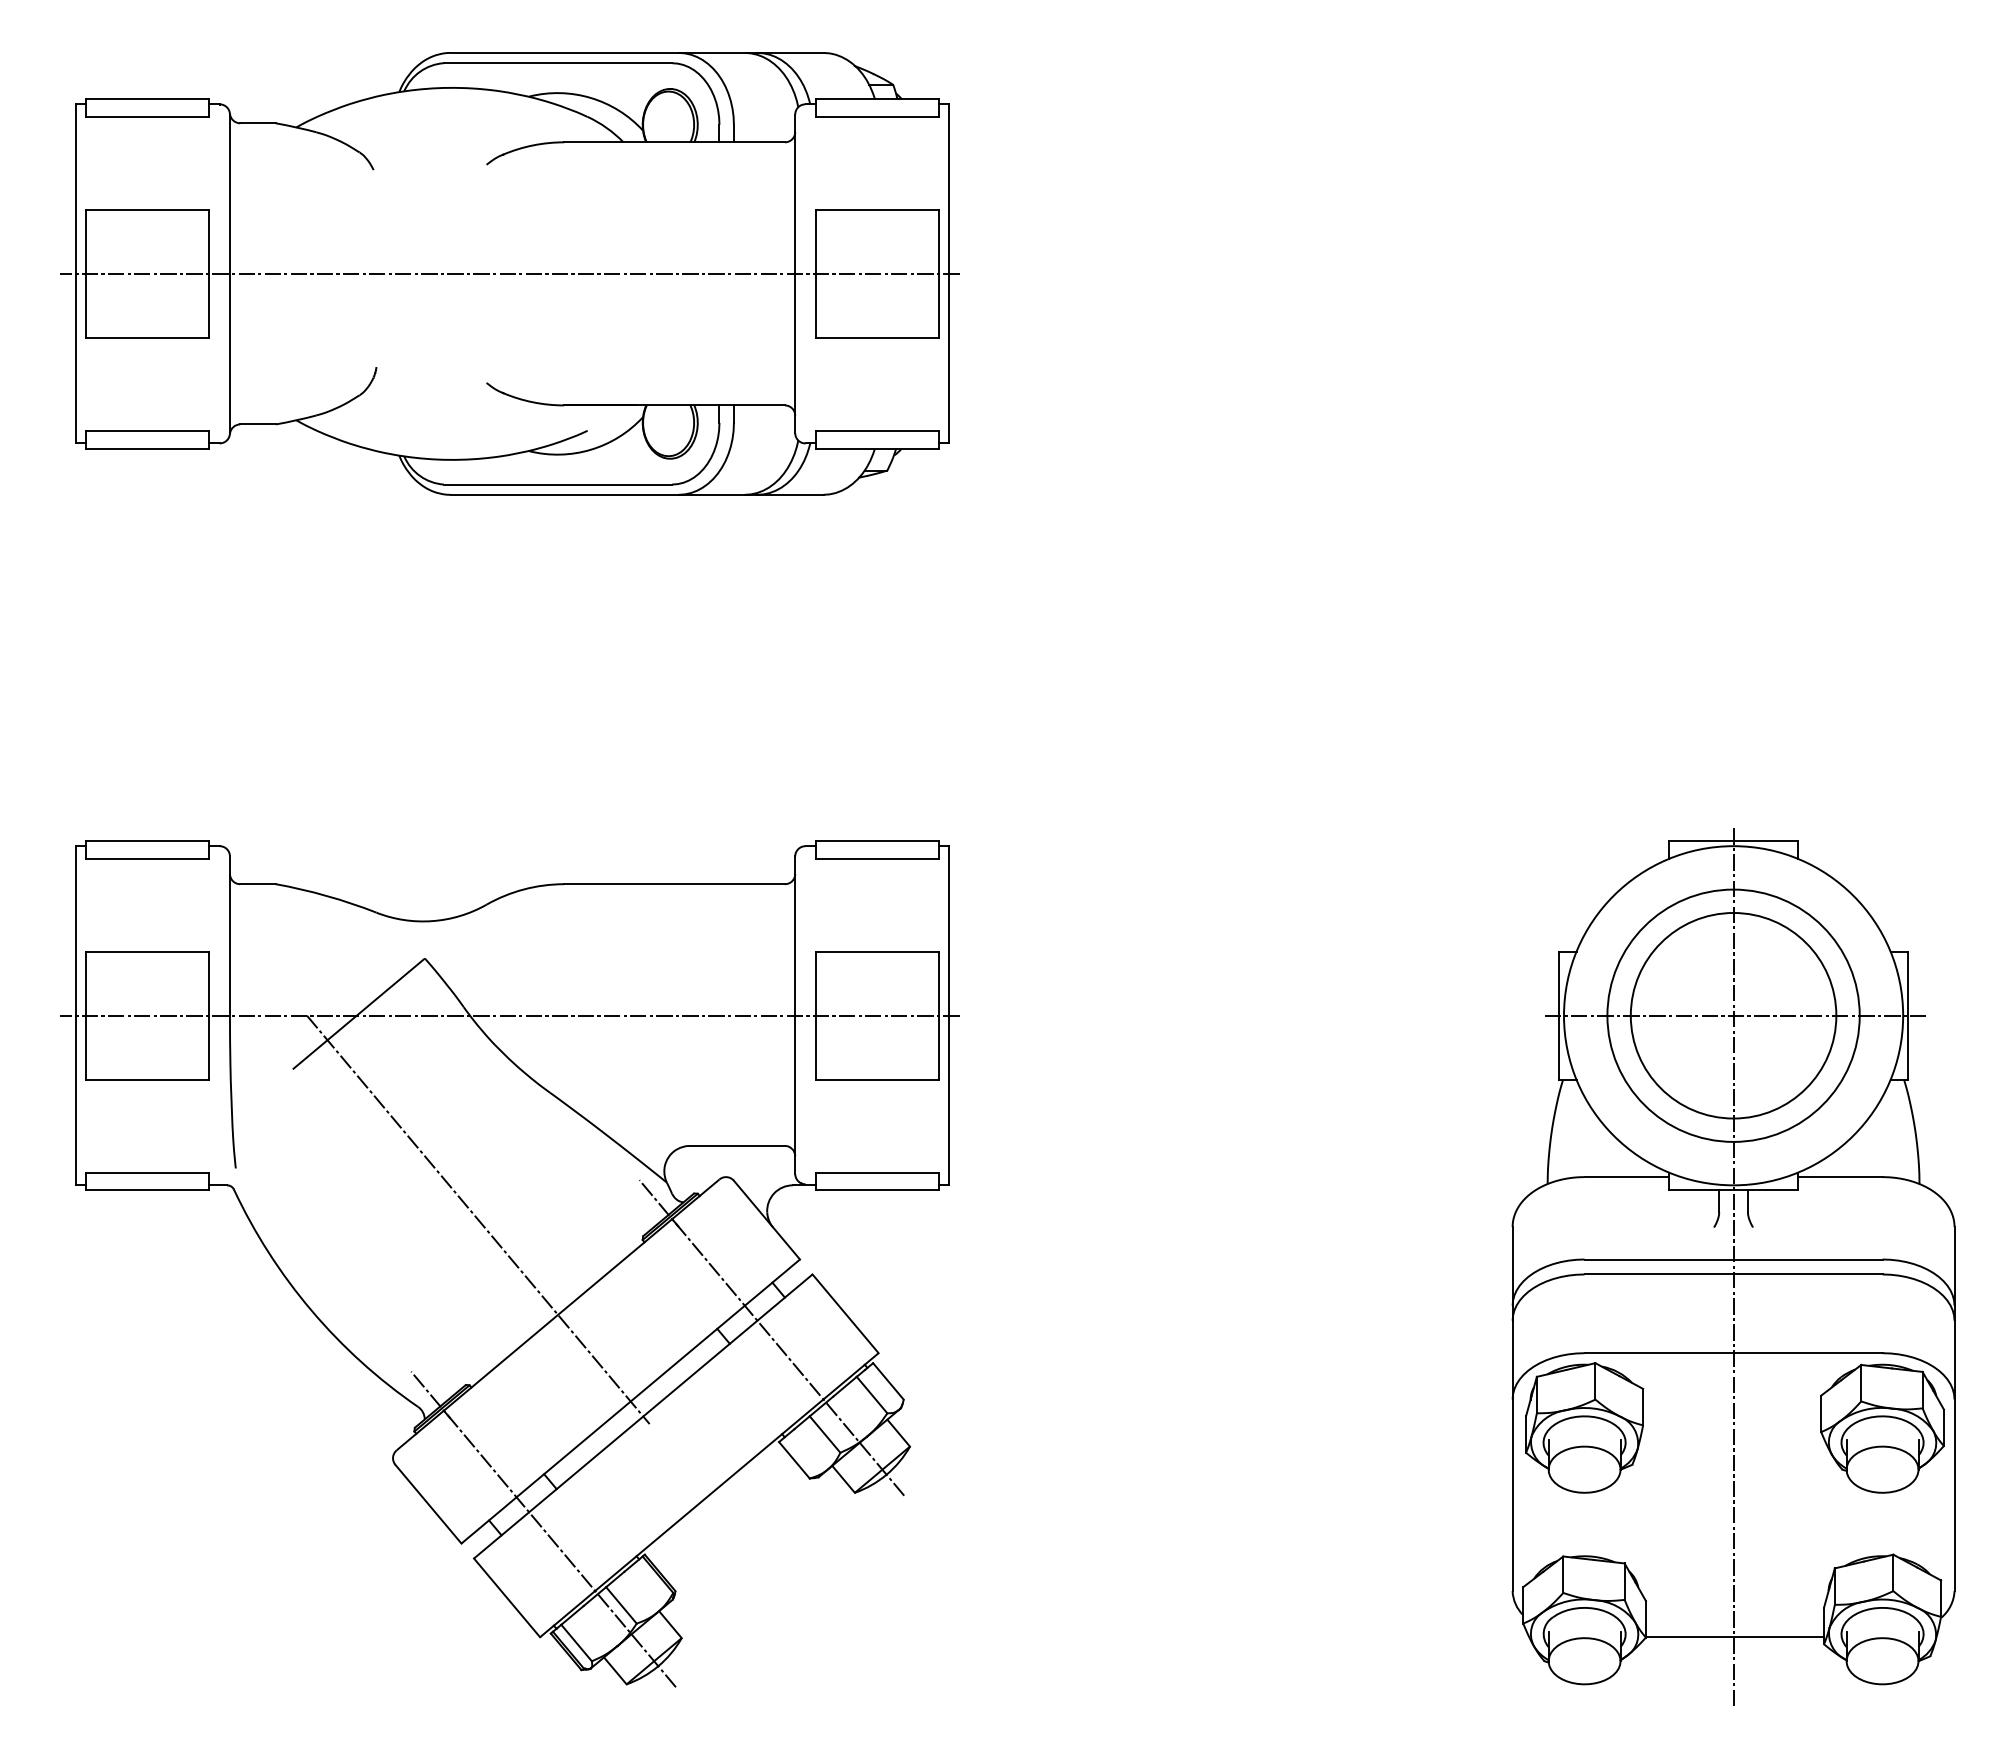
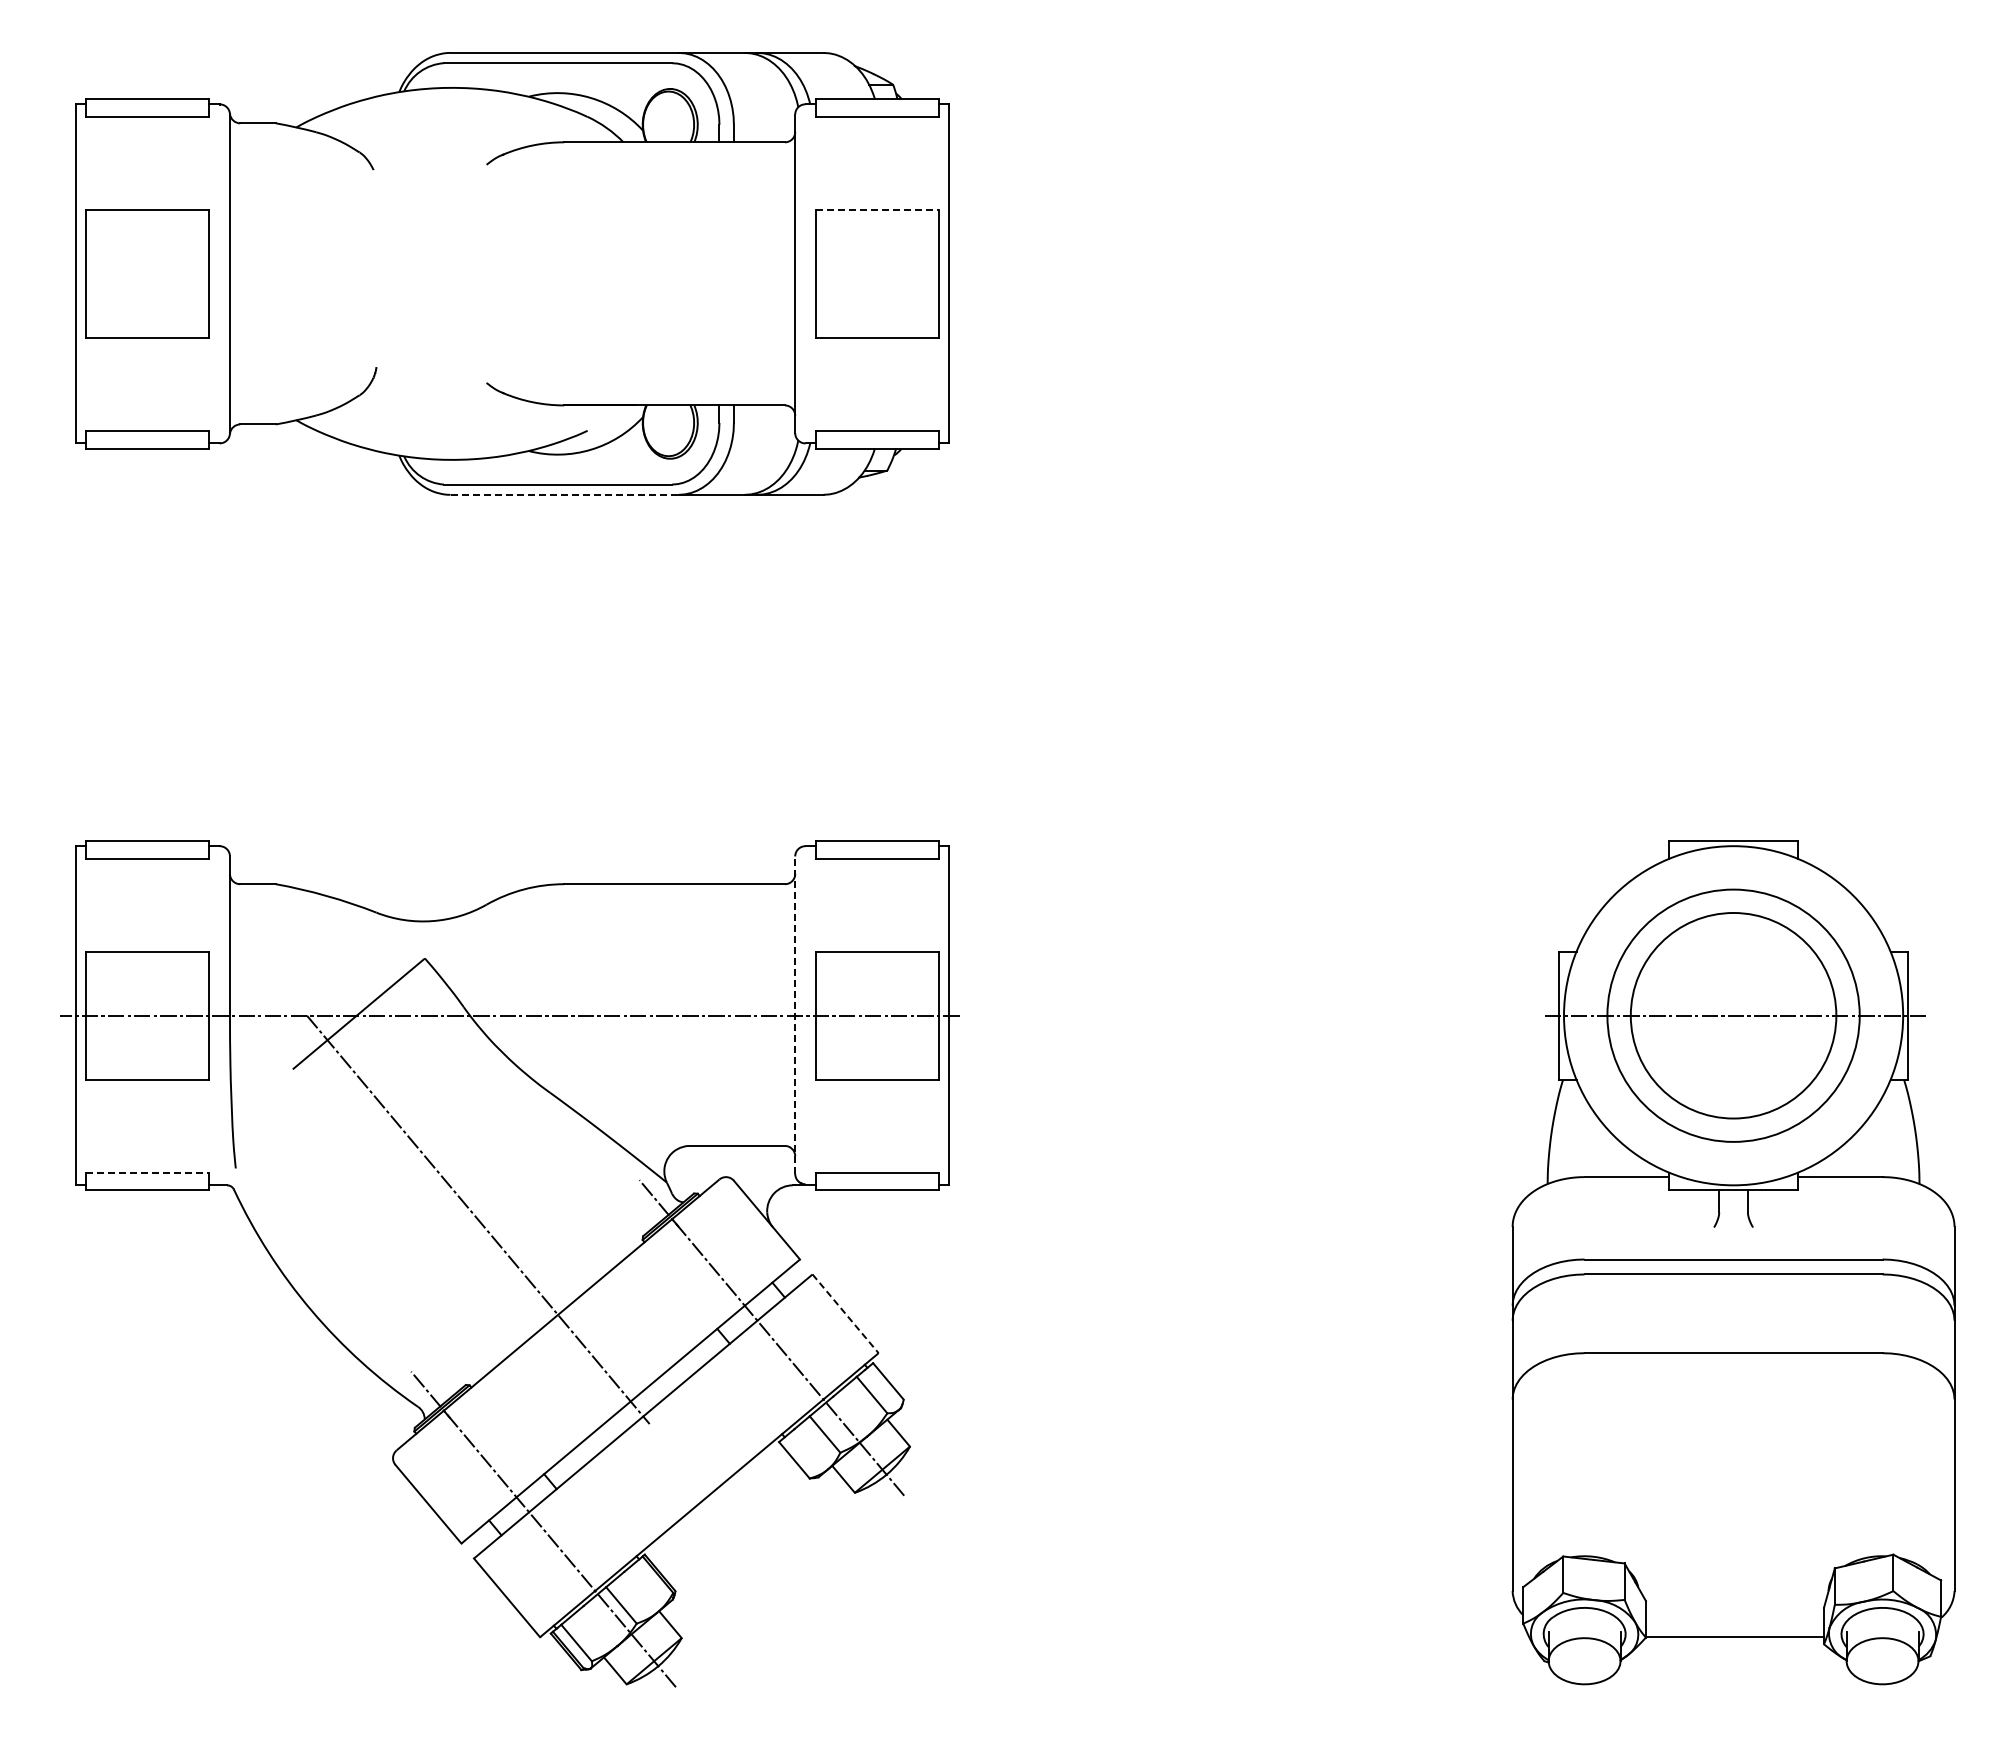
line at (877, 209): solid -> dashed
line at (509, 273): present -> none
line at (565, 494): solid -> dashed
line at (795, 1015): solid -> dashed
line at (147, 1172): solid -> dashed
line at (1733, 1267): present -> none
line at (845, 1314): solid -> dashed
part at (1584, 1427): present -> none
part at (1882, 1428): present -> none
